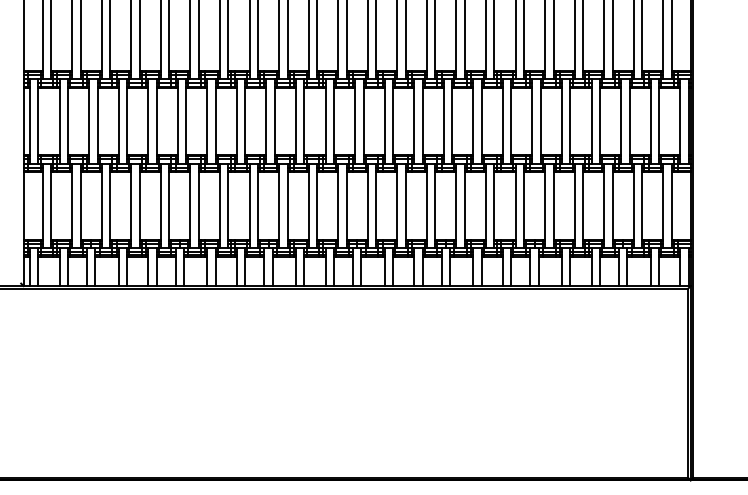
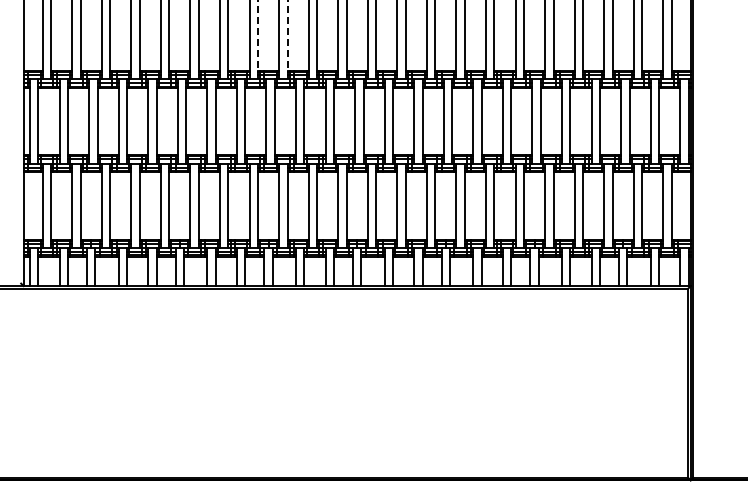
line at (258, 39): solid -> dashed
line at (287, 39): solid -> dashed
